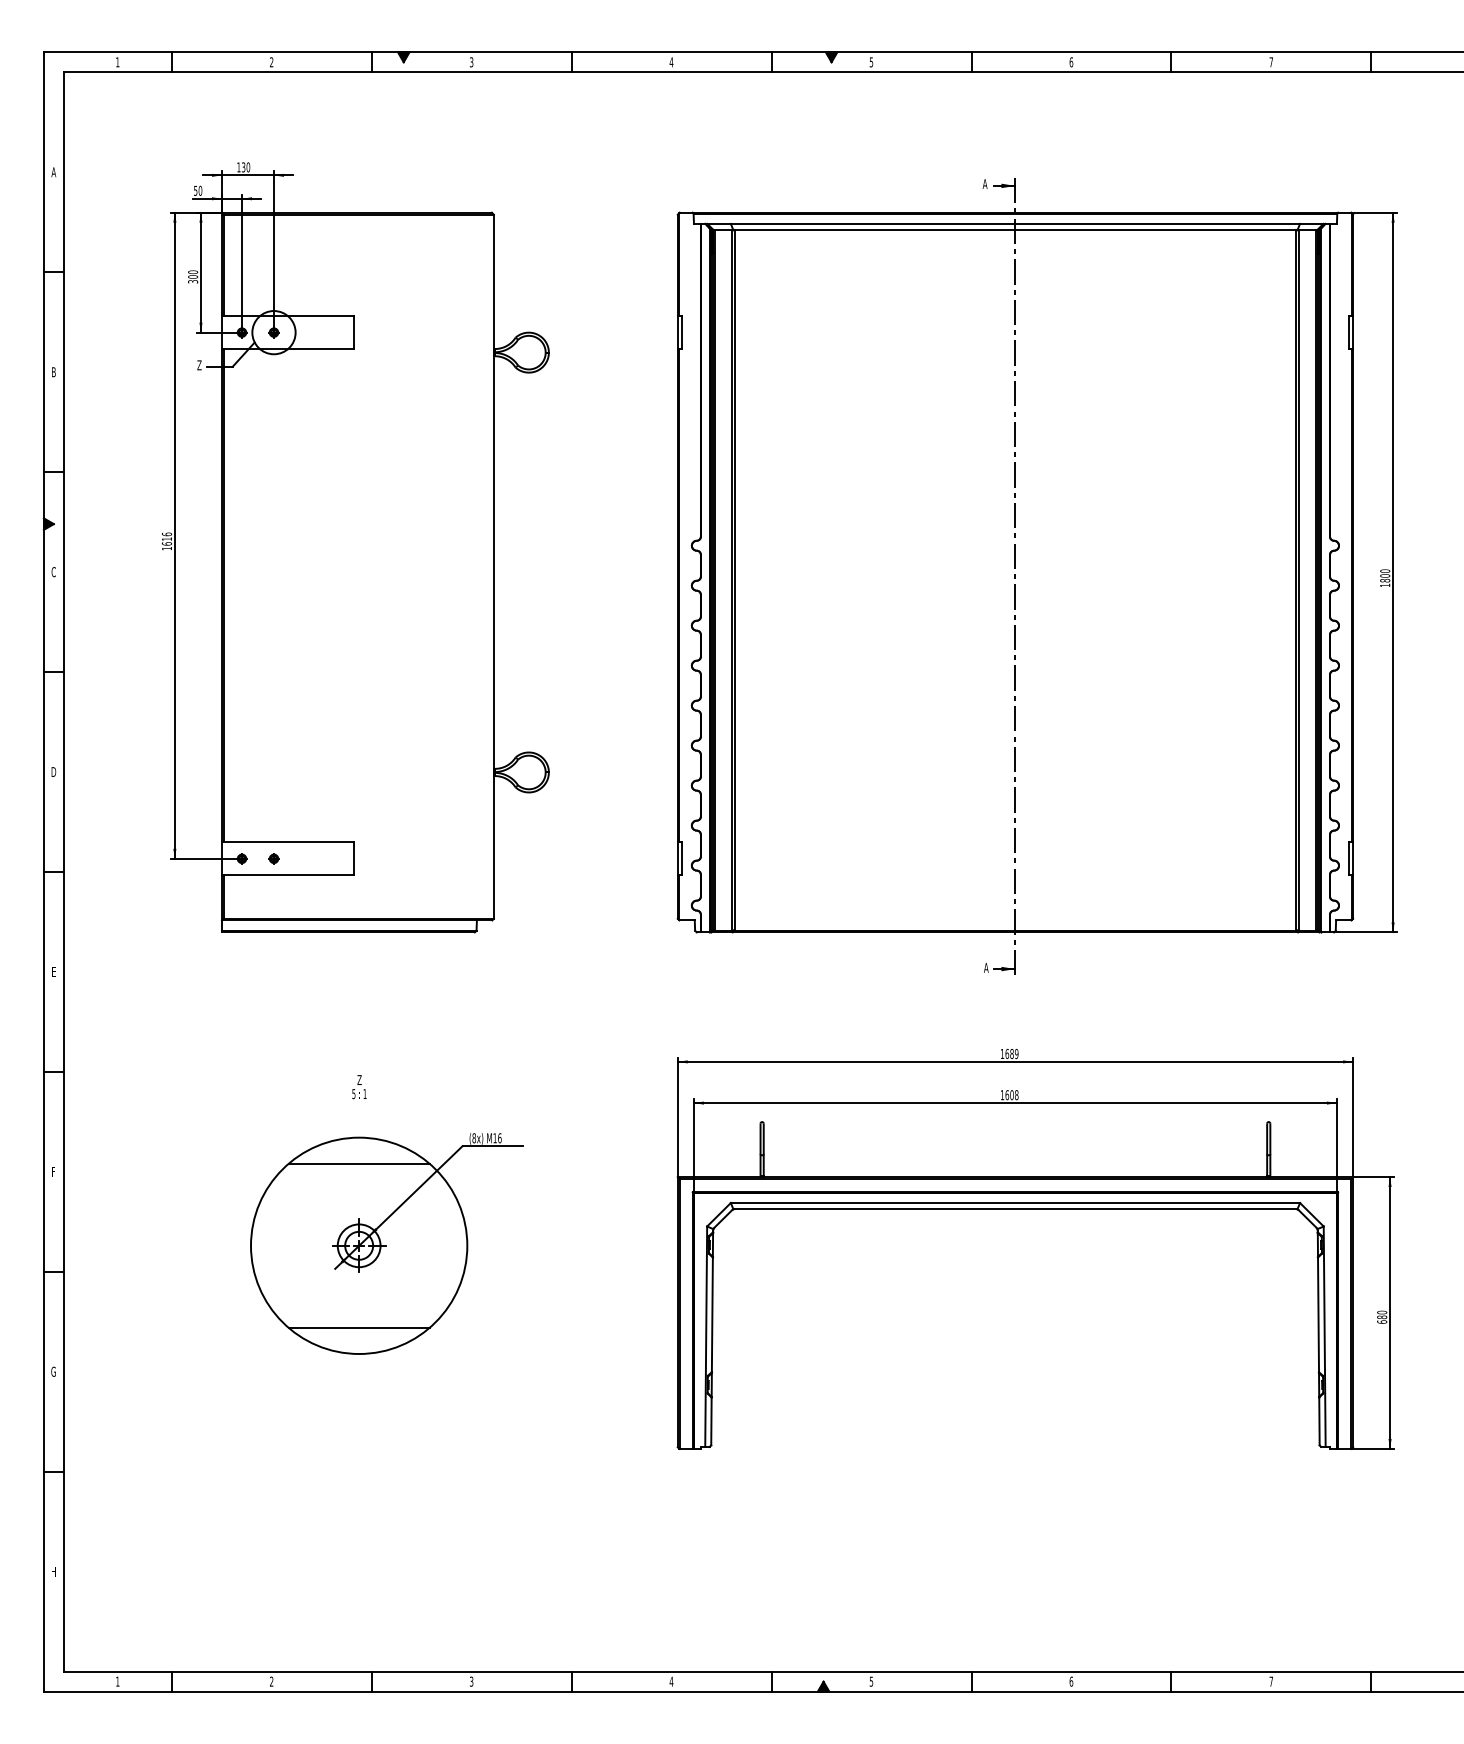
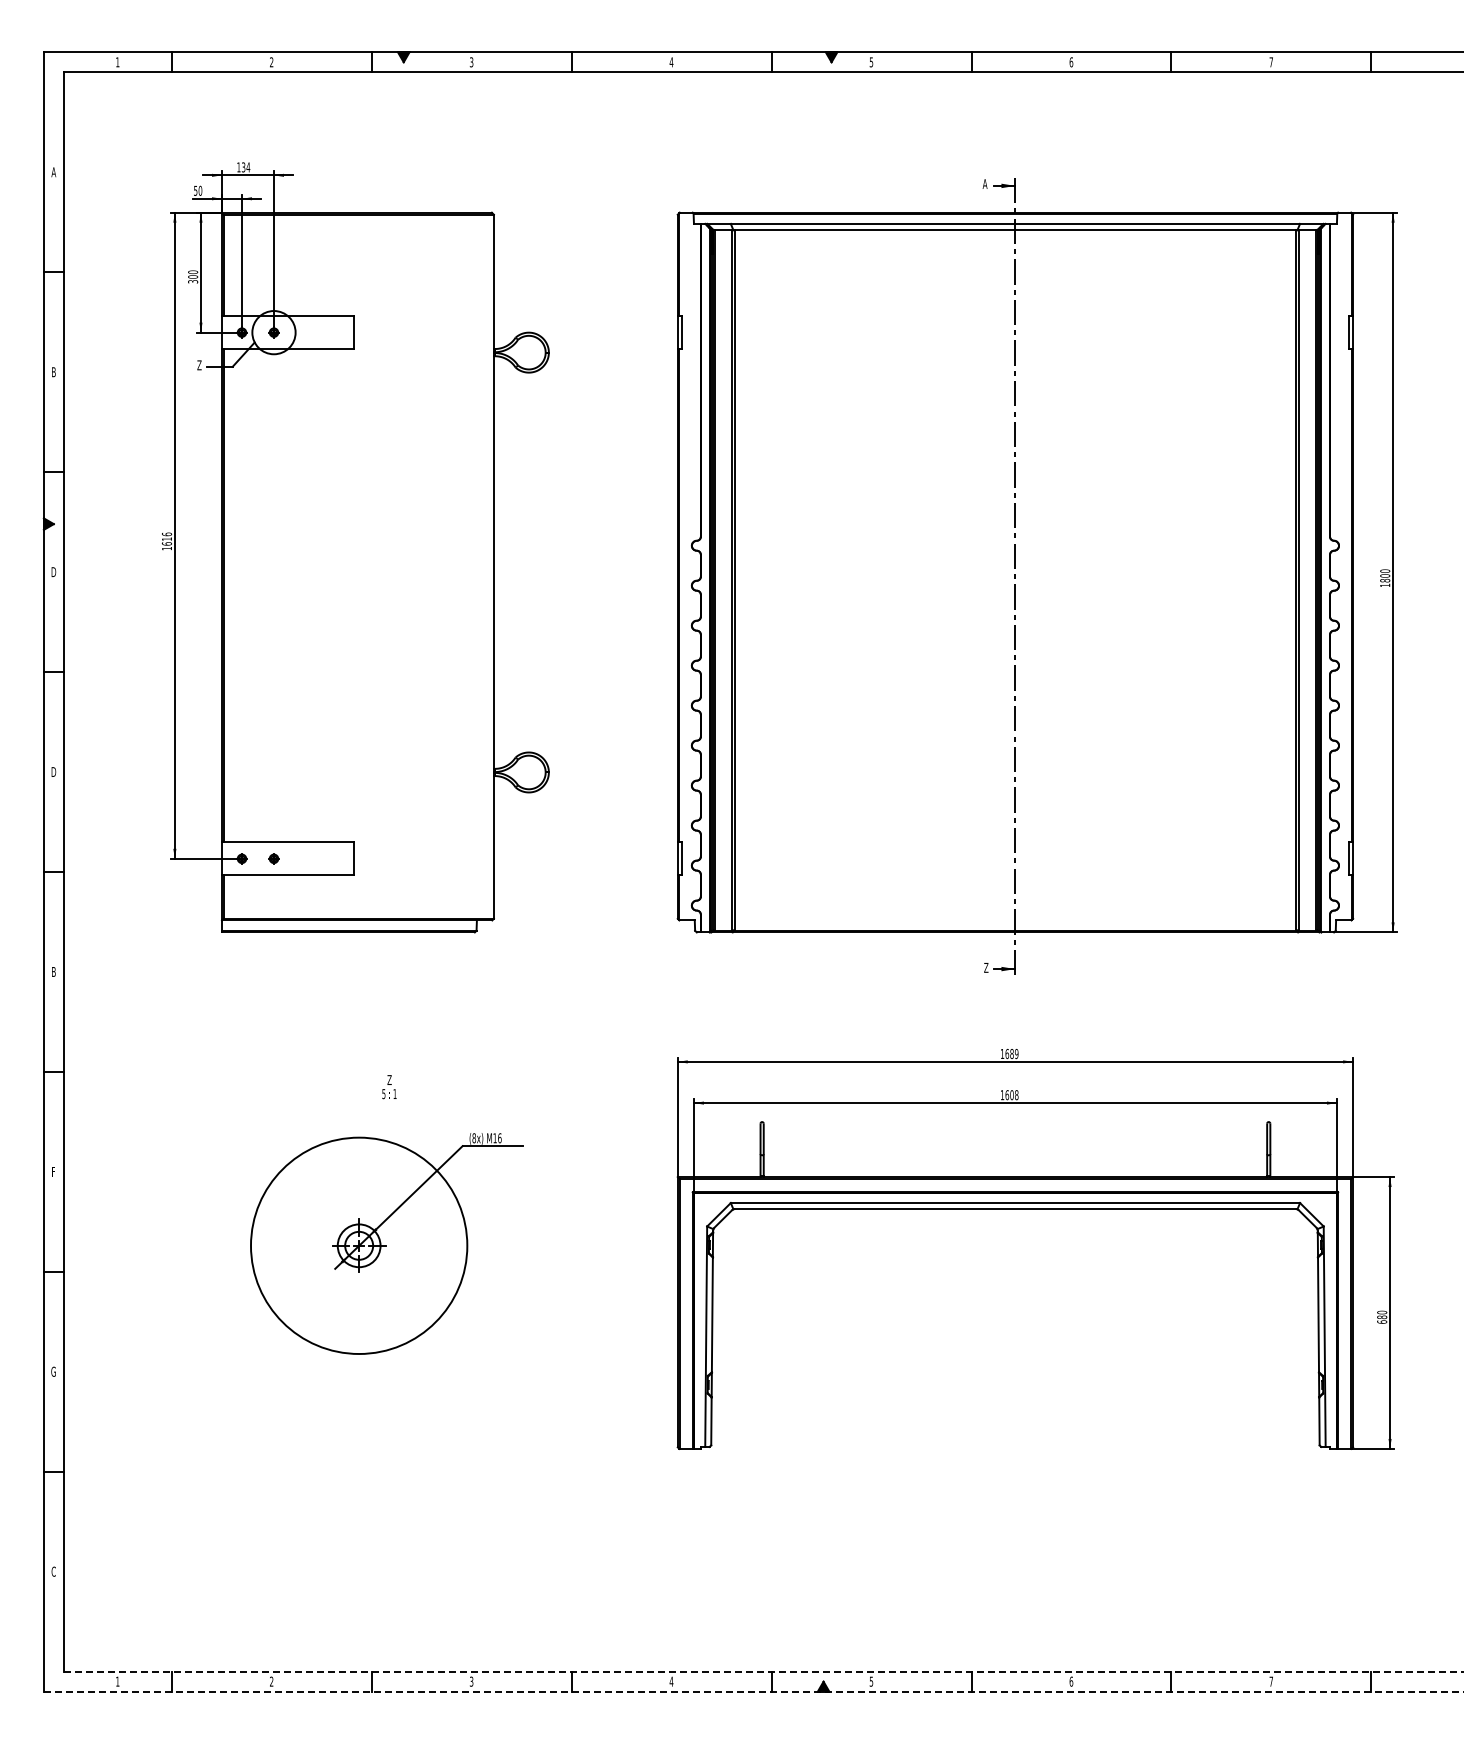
text at (248, 167): 130 -> 134
text at (53, 572): C -> D
text at (986, 967): A -> Z
text at (53, 971): E -> B
text at (359, 1087) position: (359, 1087) -> (389, 1087)
line at (358, 1163): present -> none
line at (358, 1327): present -> none
text at (53, 1571): H -> C
line at (763, 1671): solid -> dashed
line at (753, 1691): solid -> dashed
